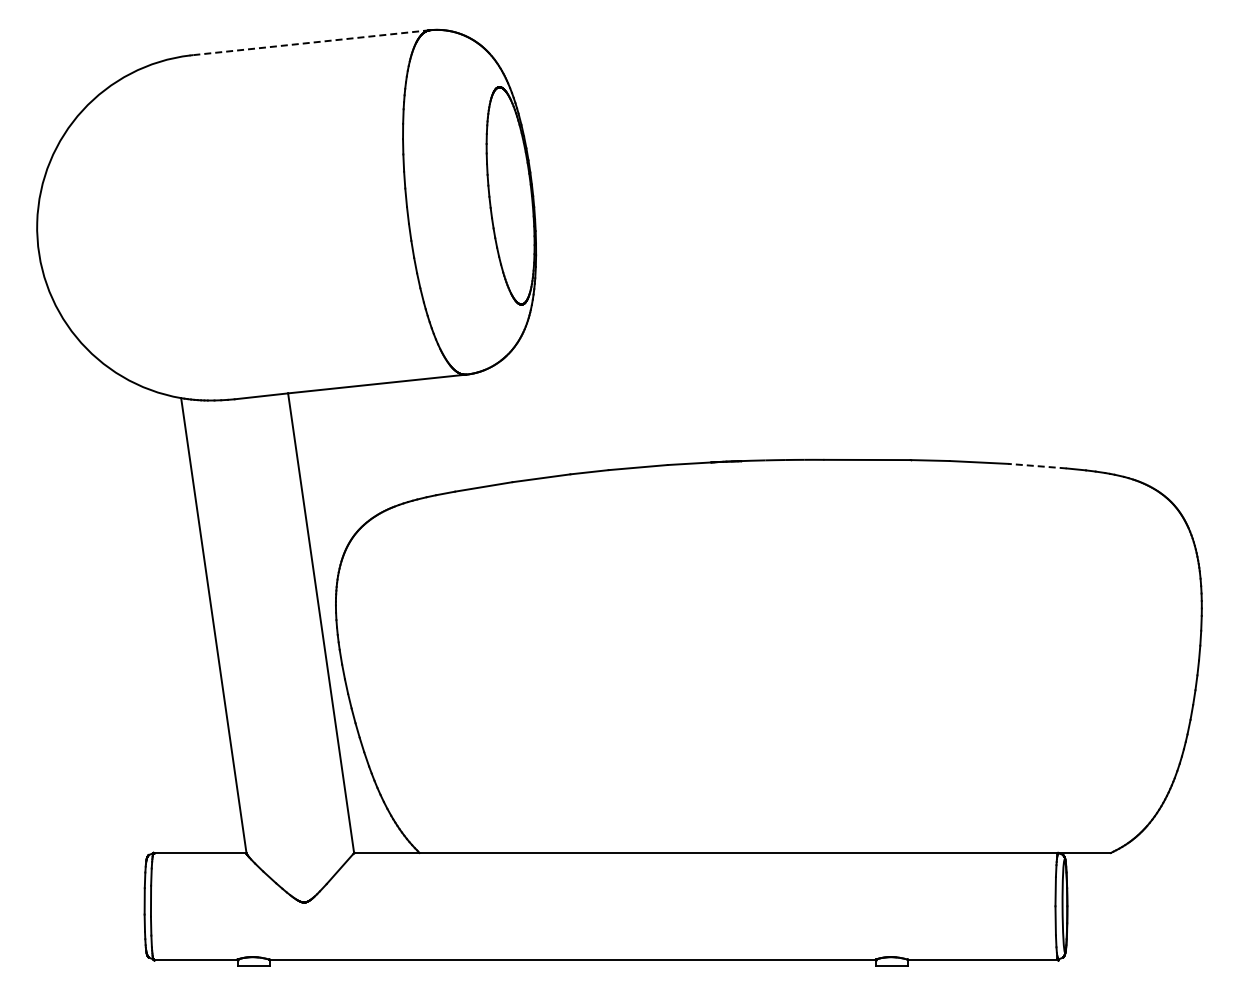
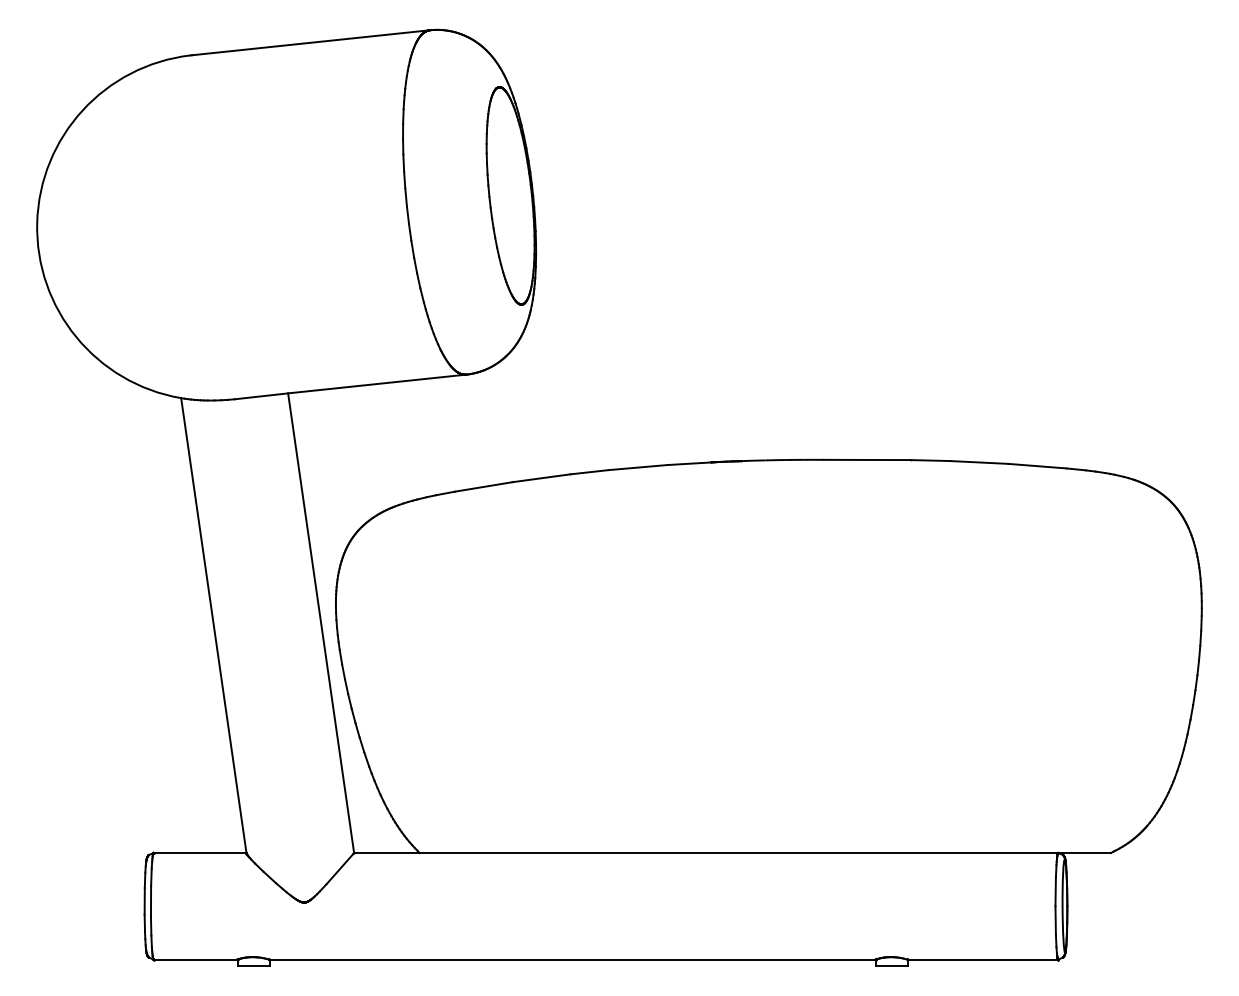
line at (311, 42): dashed -> solid
line at (1036, 466): dashed -> solid
